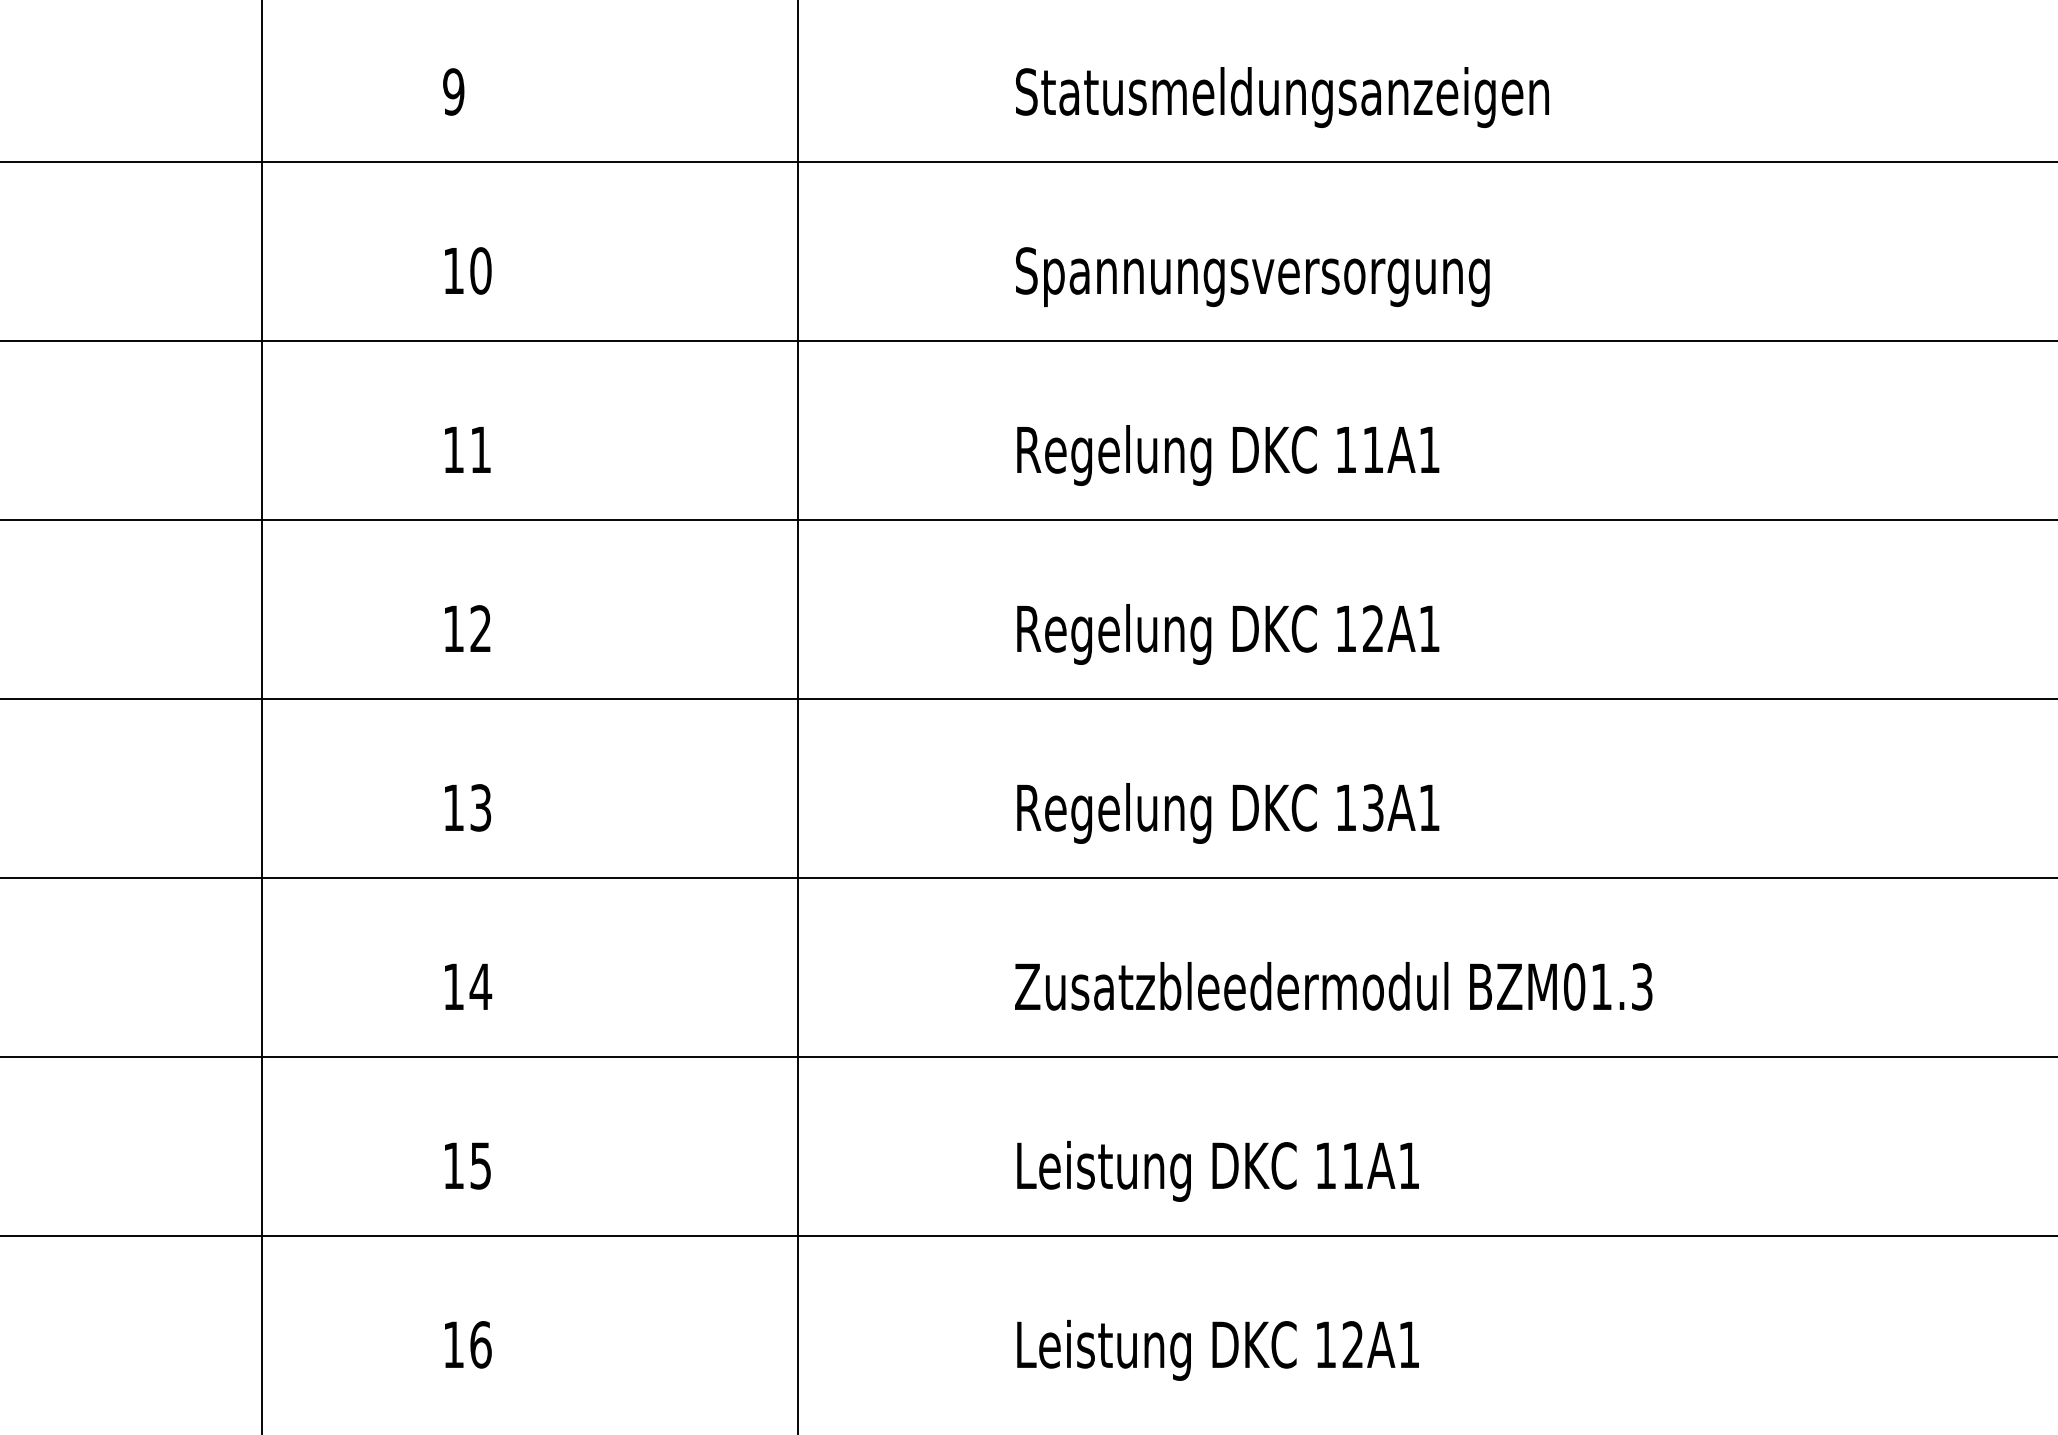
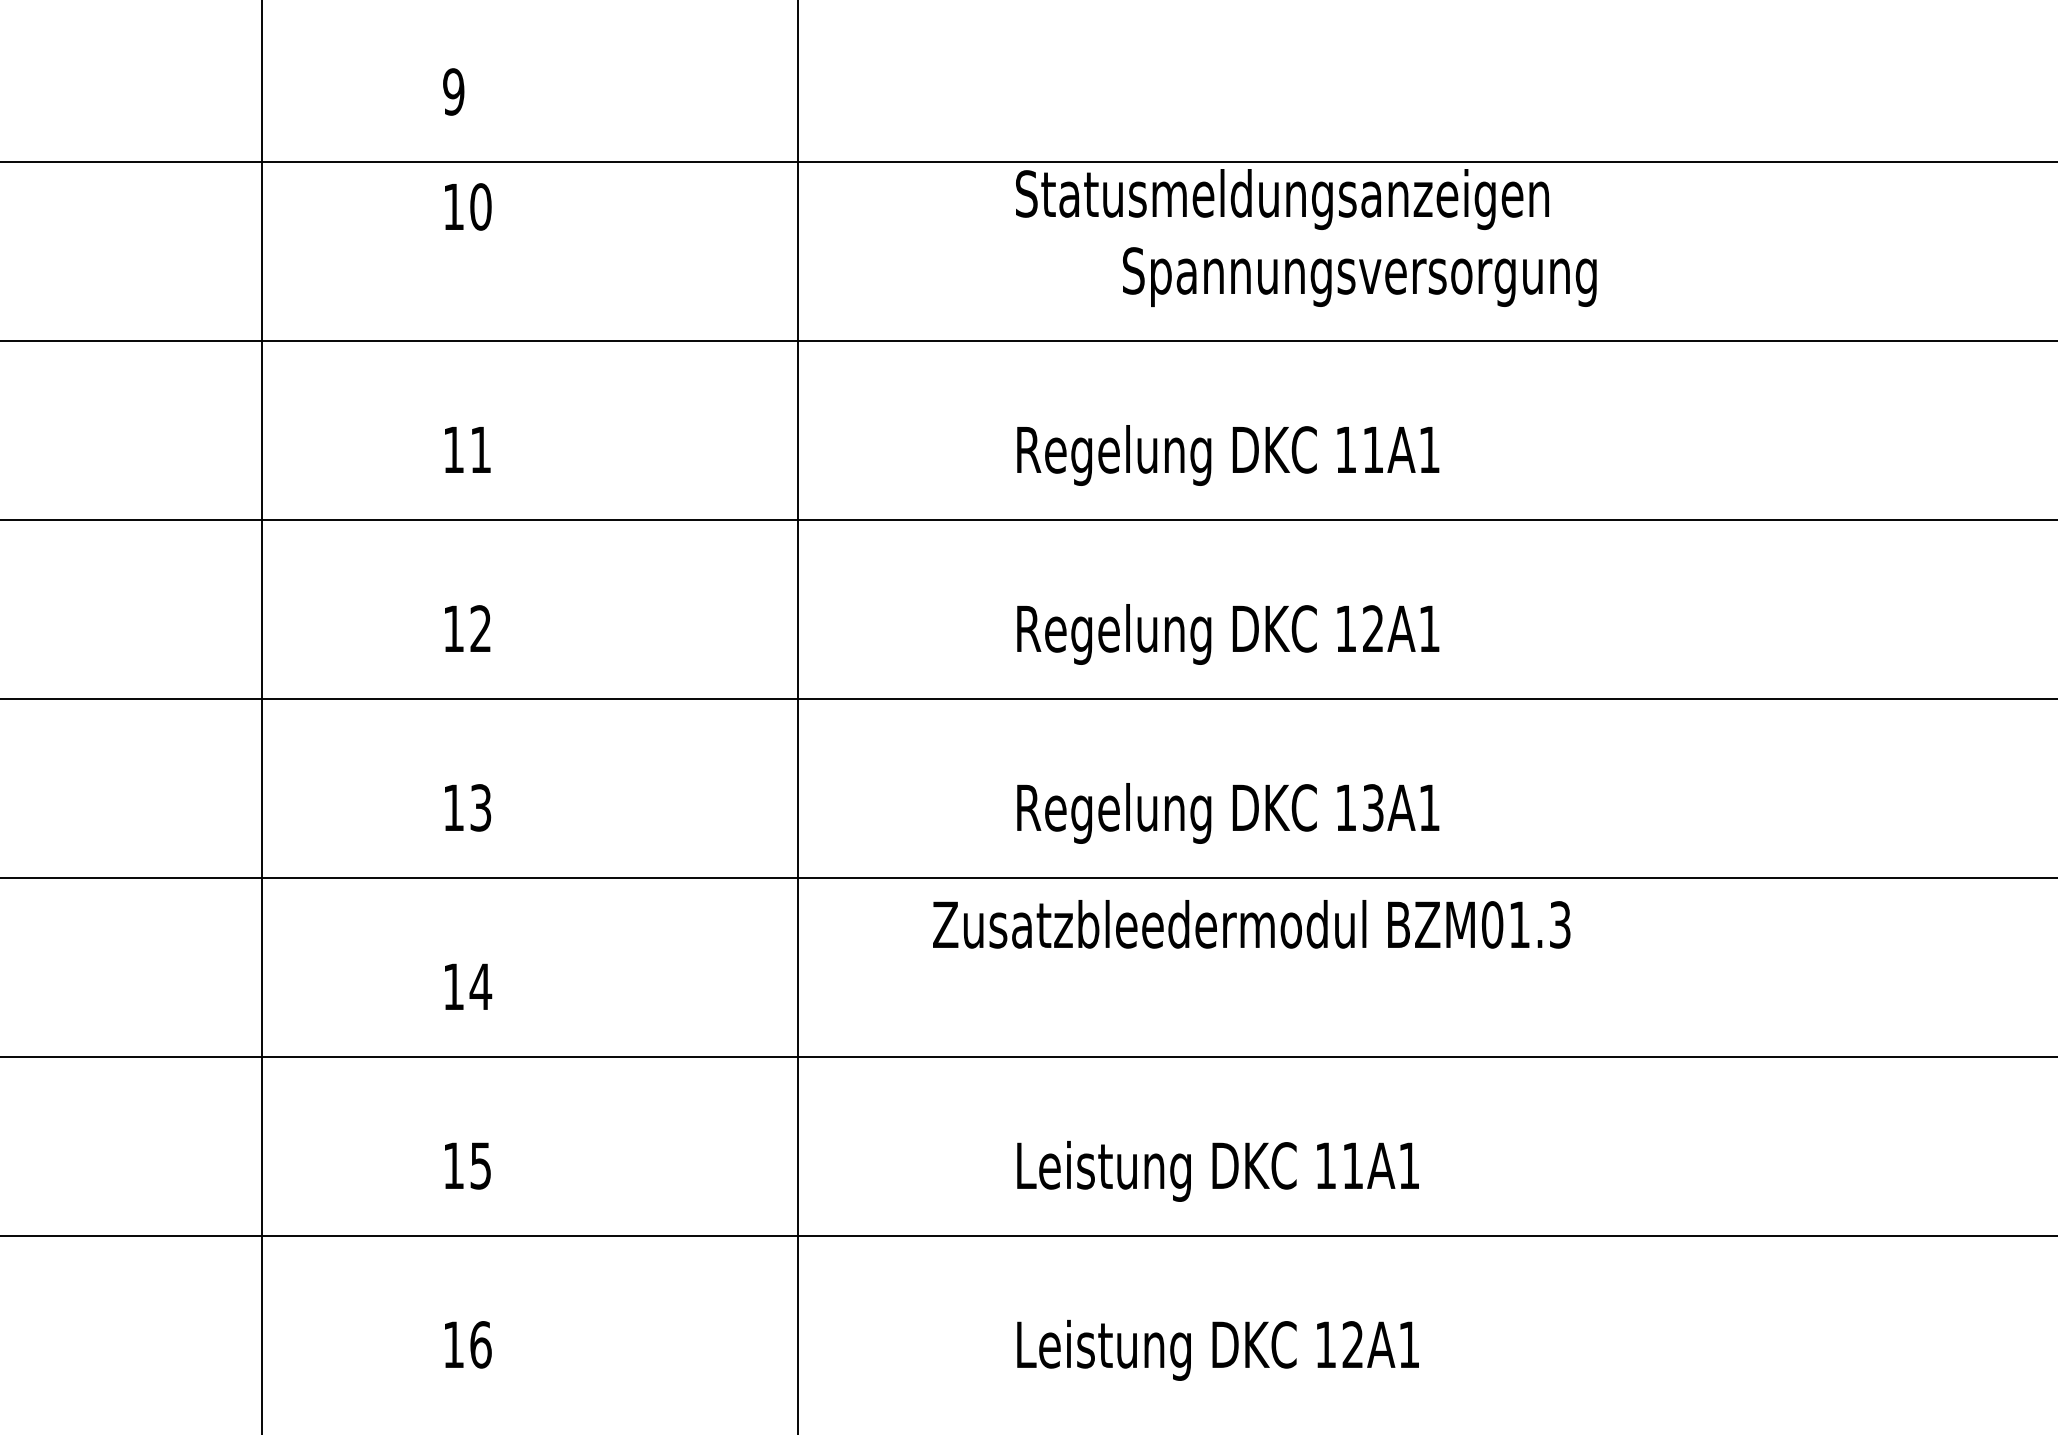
text at (1282, 97) position: (1282, 97) -> (1282, 199)
text at (468, 270) position: (468, 270) -> (468, 206)
text at (1252, 276) position: (1252, 276) -> (1359, 276)
text at (1333, 986) position: (1333, 986) -> (1251, 924)
